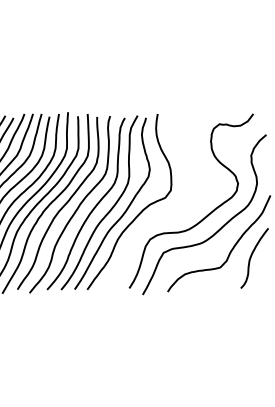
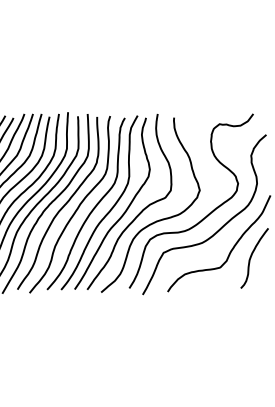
curve at (156, 220): none -> present
